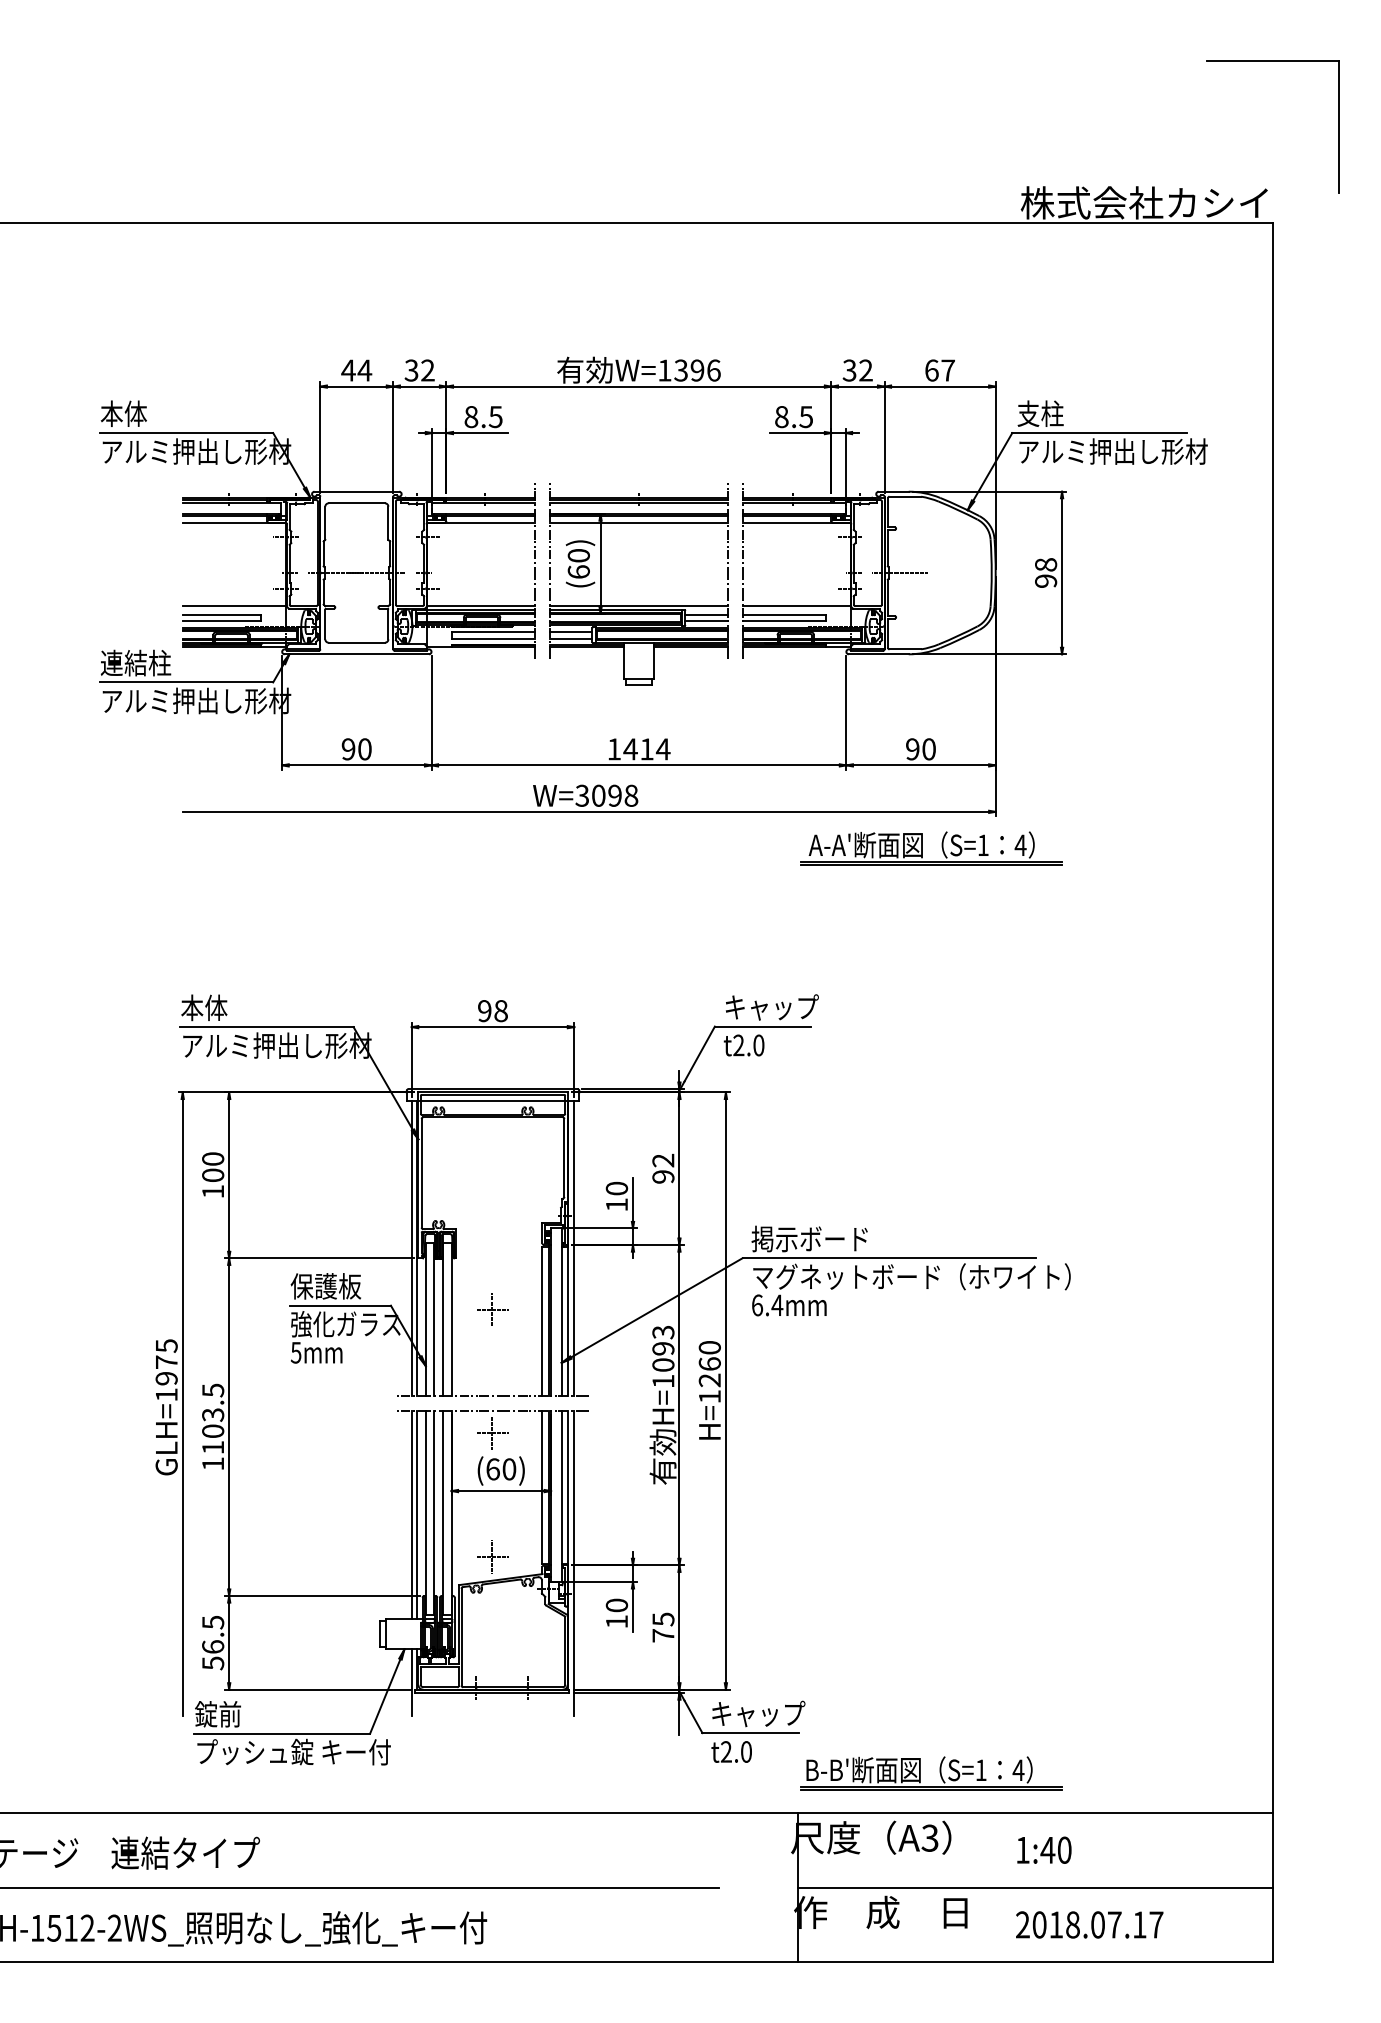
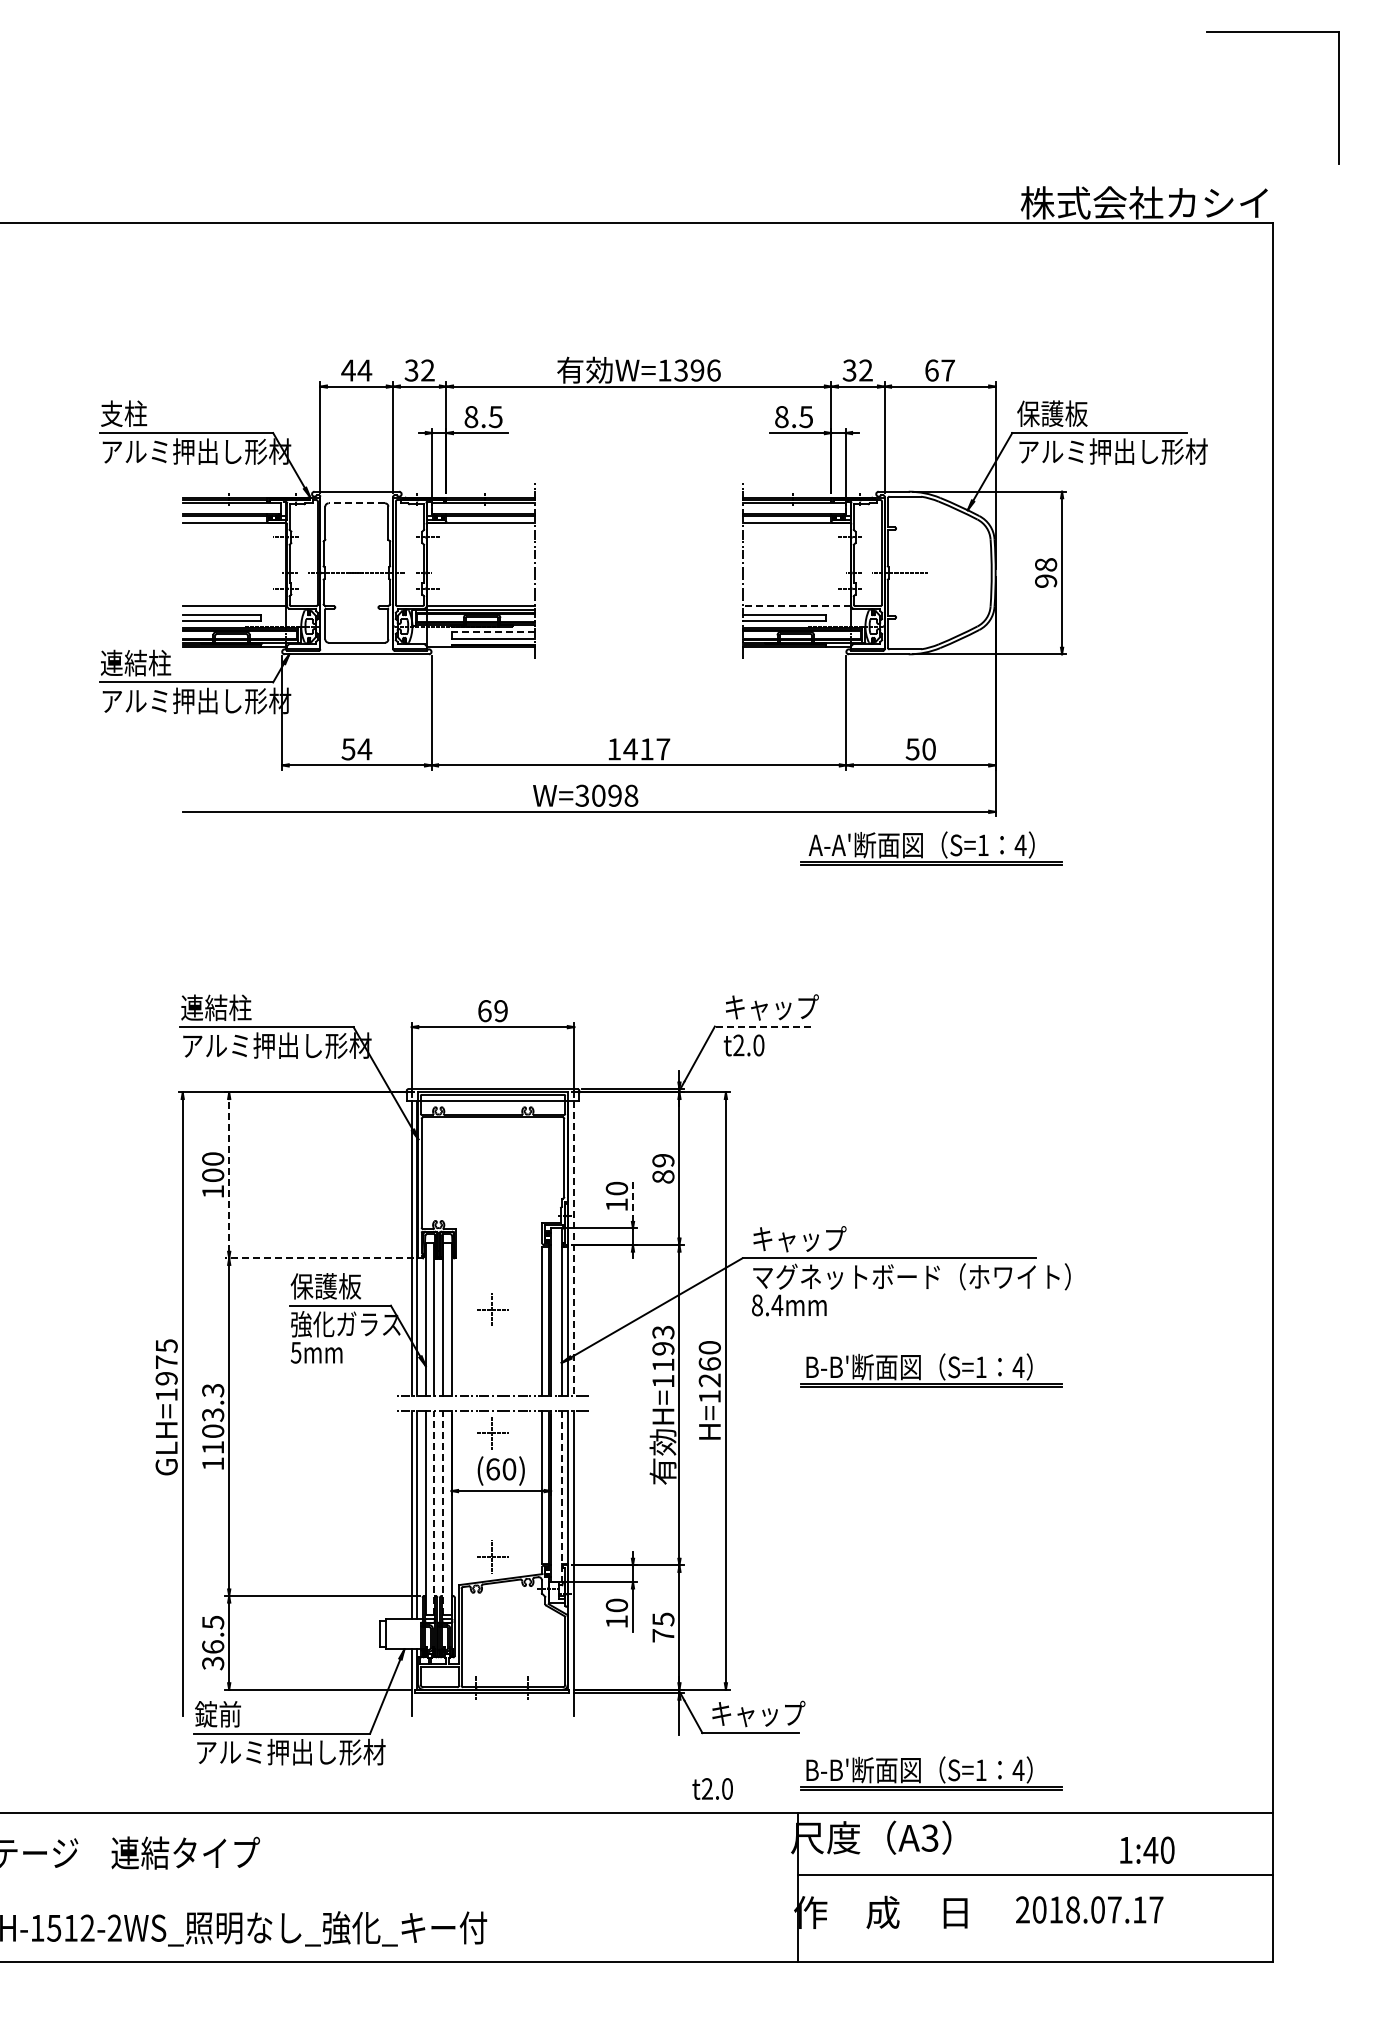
part at (1272, 61) position: (1272, 61) -> (1272, 32)
text at (123, 413): 本体 -> 支柱
text at (1052, 413): 支柱 -> 保護板
line at (356, 503): solid -> dashed
part at (638, 605): present -> none
line at (796, 606): solid -> dashed
line at (493, 631): solid -> dashed
text at (356, 749): 90 -> 54
text at (662, 749): 1414 -> 1417
text at (912, 749): 90 -> 50
text at (216, 1007): 本体 -> 連結柱
text at (492, 1011): 98 -> 69
line at (762, 1026): solid -> dashed
text at (663, 1168): 92 -> 89
line at (229, 1174): solid -> dashed
line at (632, 1200): solid -> dashed
text at (809, 1238): 掲示ボード -> キャップ
line at (574, 1248): solid -> dashed
line at (319, 1258): solid -> dashed
text at (757, 1305): 6.4mm -> 8.4mm
text at (663, 1364): H=1093 -> H=1193
part at (939, 1369): none -> present
text at (212, 1389): 1103.5 -> 1103.3
line at (561, 1496): solid -> dashed
line at (434, 1512): solid -> dashed
line at (443, 1512): solid -> dashed
text at (212, 1662): 56.5 -> 36.5
text at (293, 1751): プッシュ錠 キー付 -> アルミ押出し形材
text at (731, 1751) position: (731, 1751) -> (712, 1788)
text at (1044, 1849) position: (1044, 1849) -> (1147, 1849)
line at (360, 1887): present -> none
line at (1035, 1887) position: (1035, 1887) -> (1035, 1874)
text at (1089, 1924) position: (1089, 1924) -> (1089, 1909)
